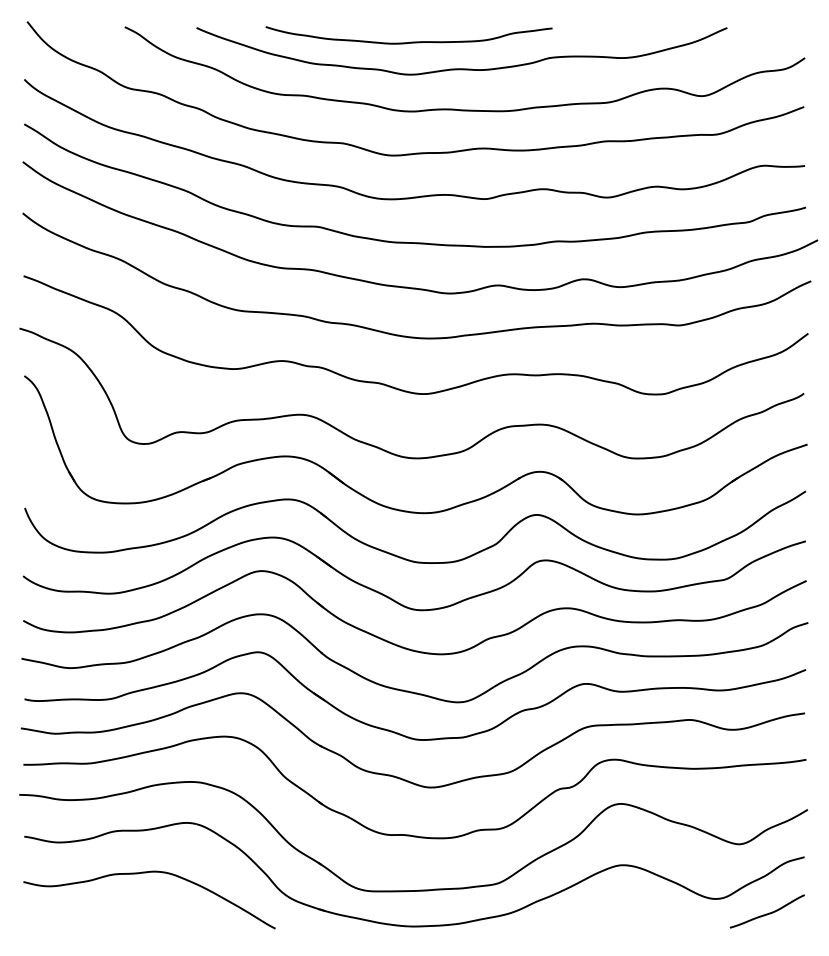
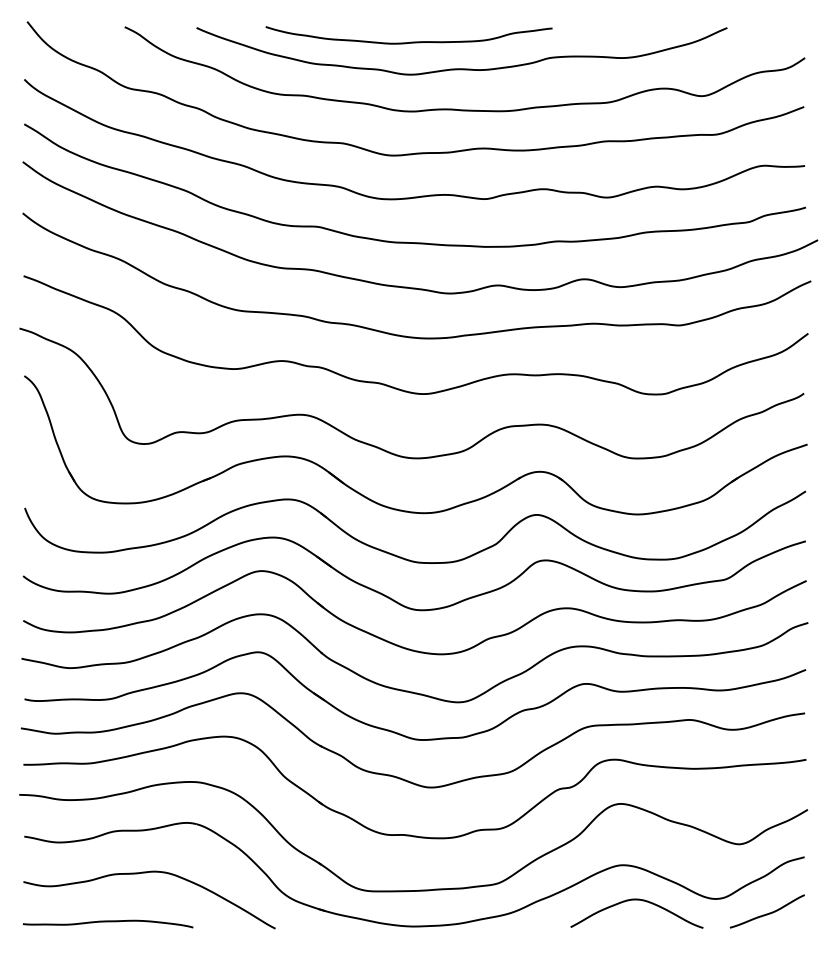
curve at (636, 900): none -> present
curve at (108, 922): none -> present
